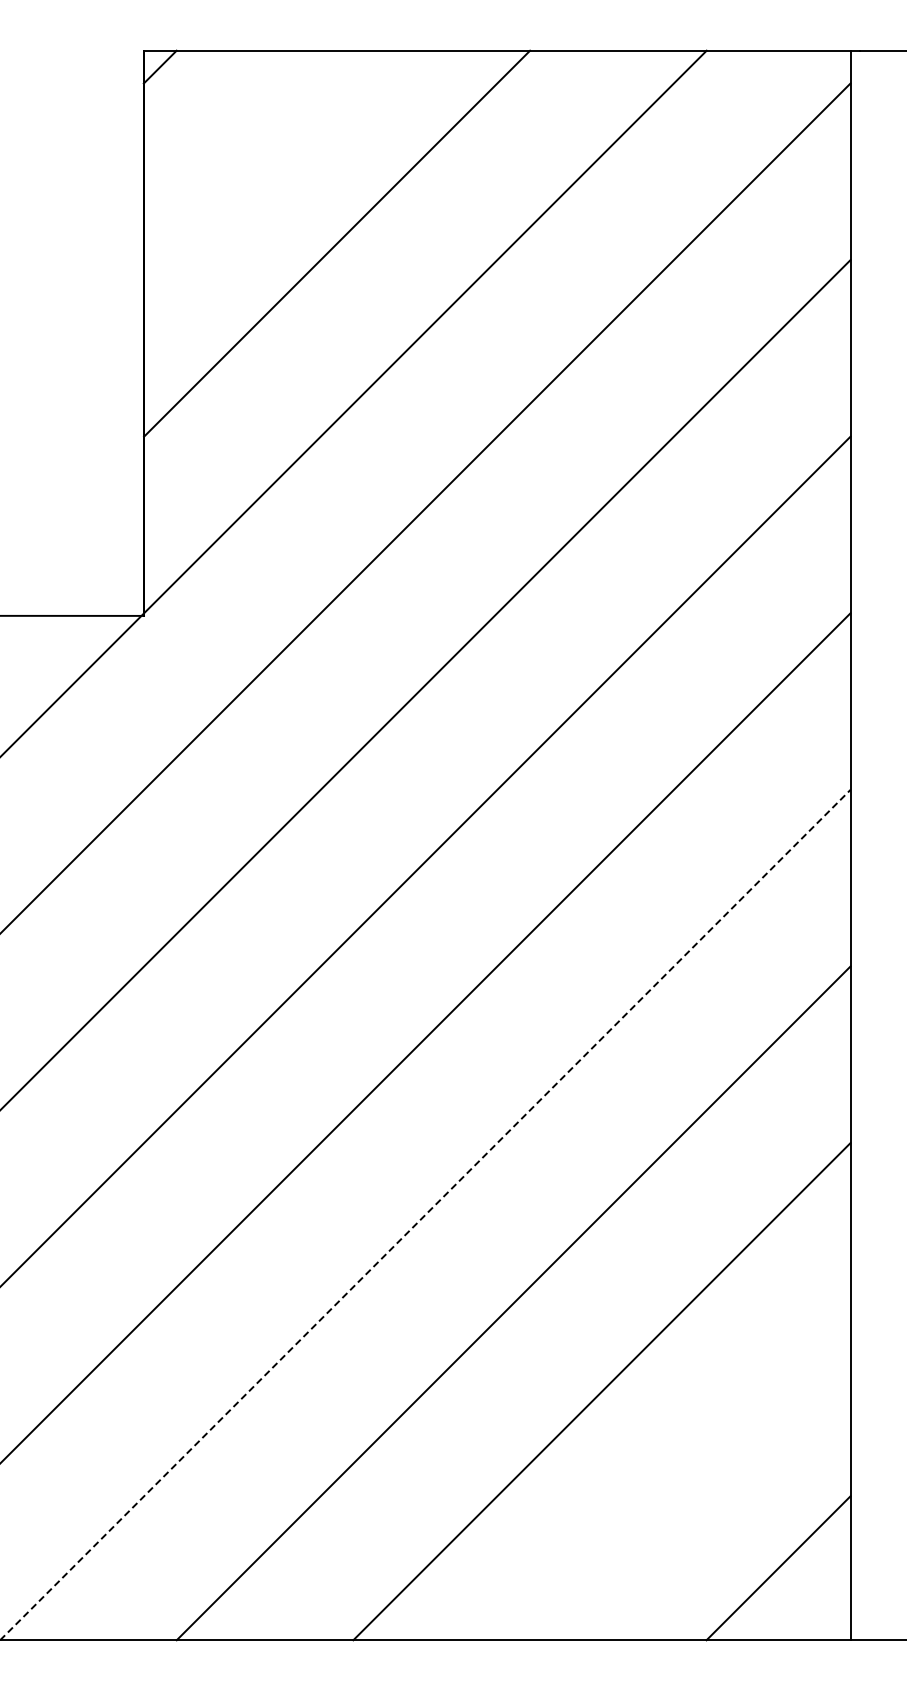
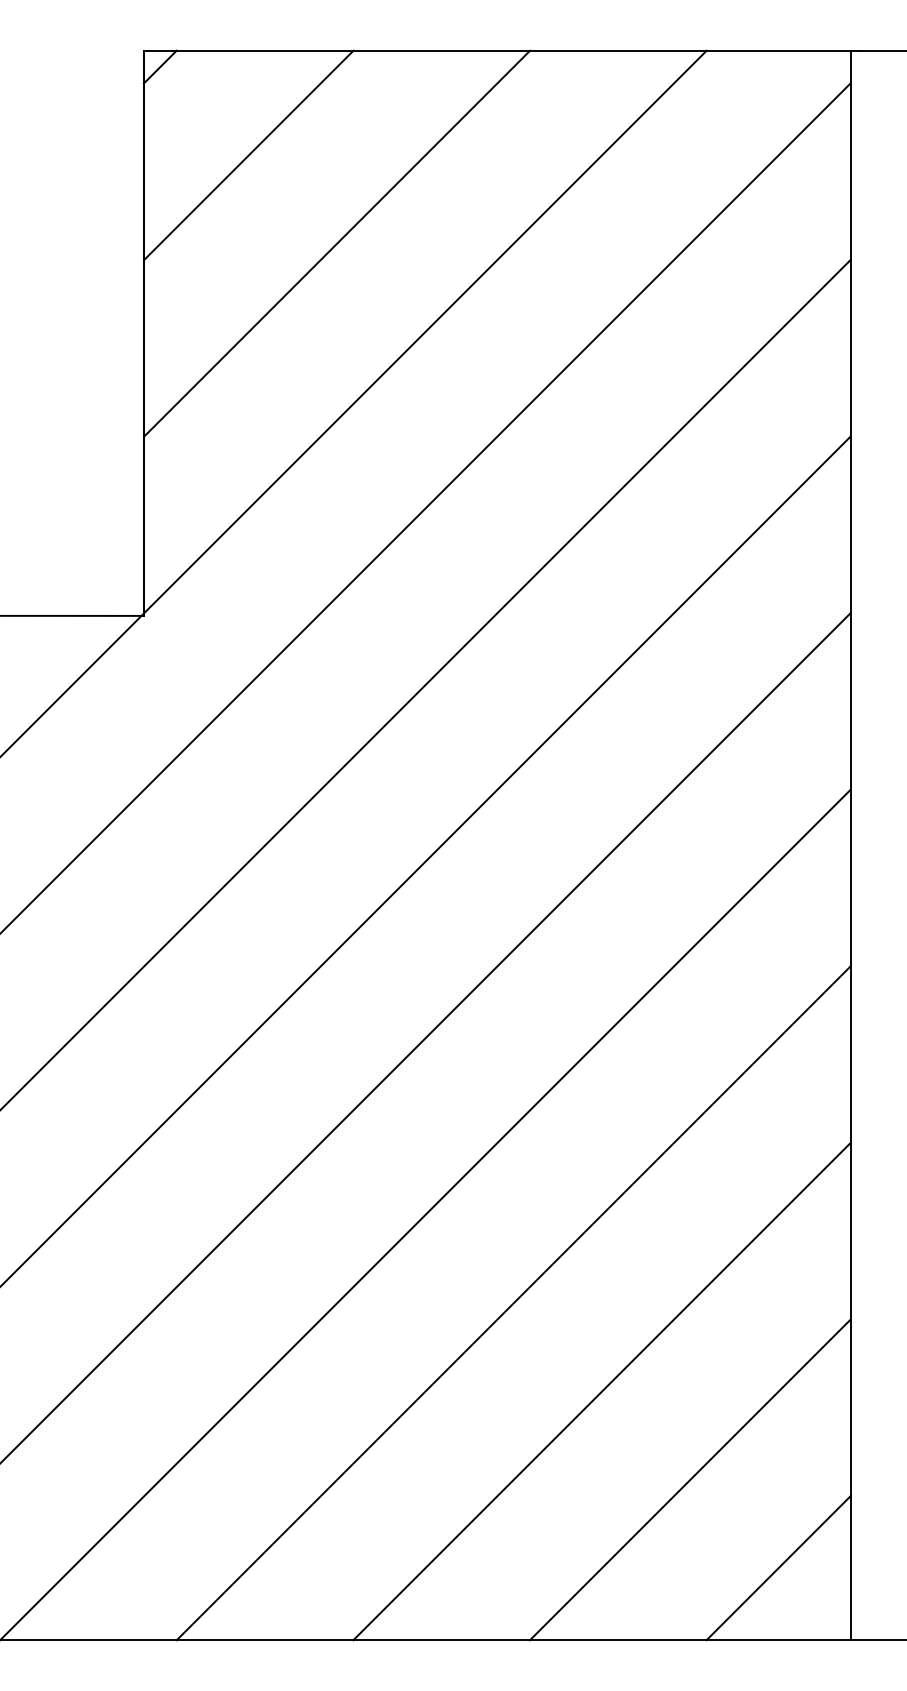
line at (248, 155): none -> present
line at (425, 1214): dashed -> solid
line at (689, 1479): none -> present
